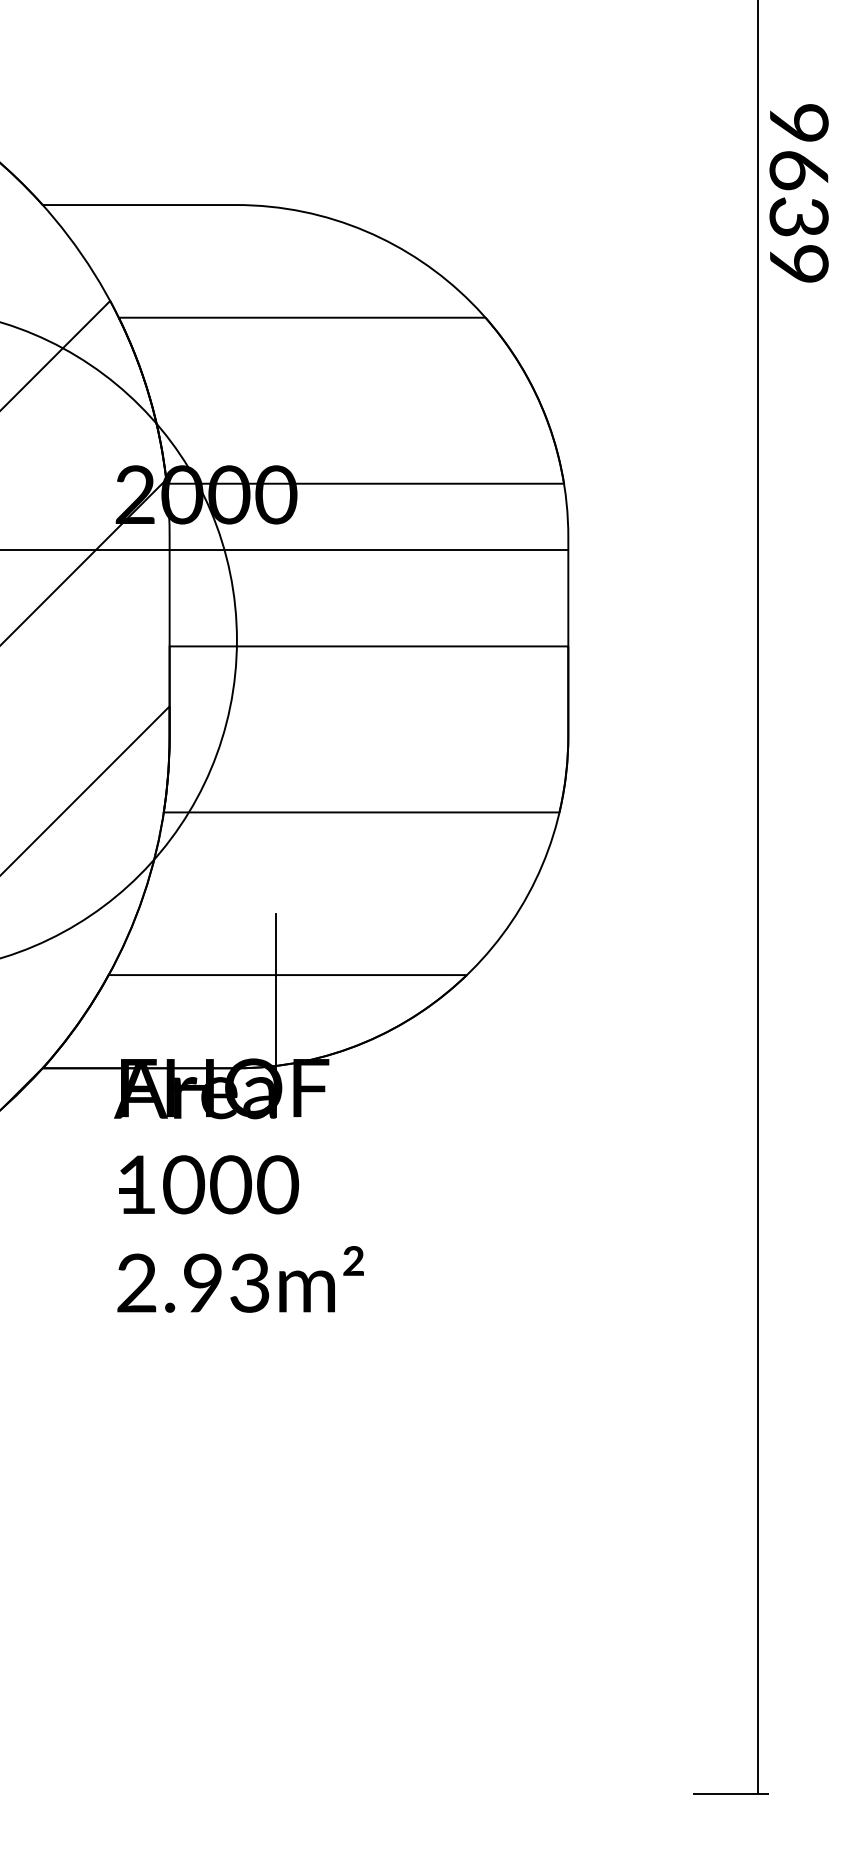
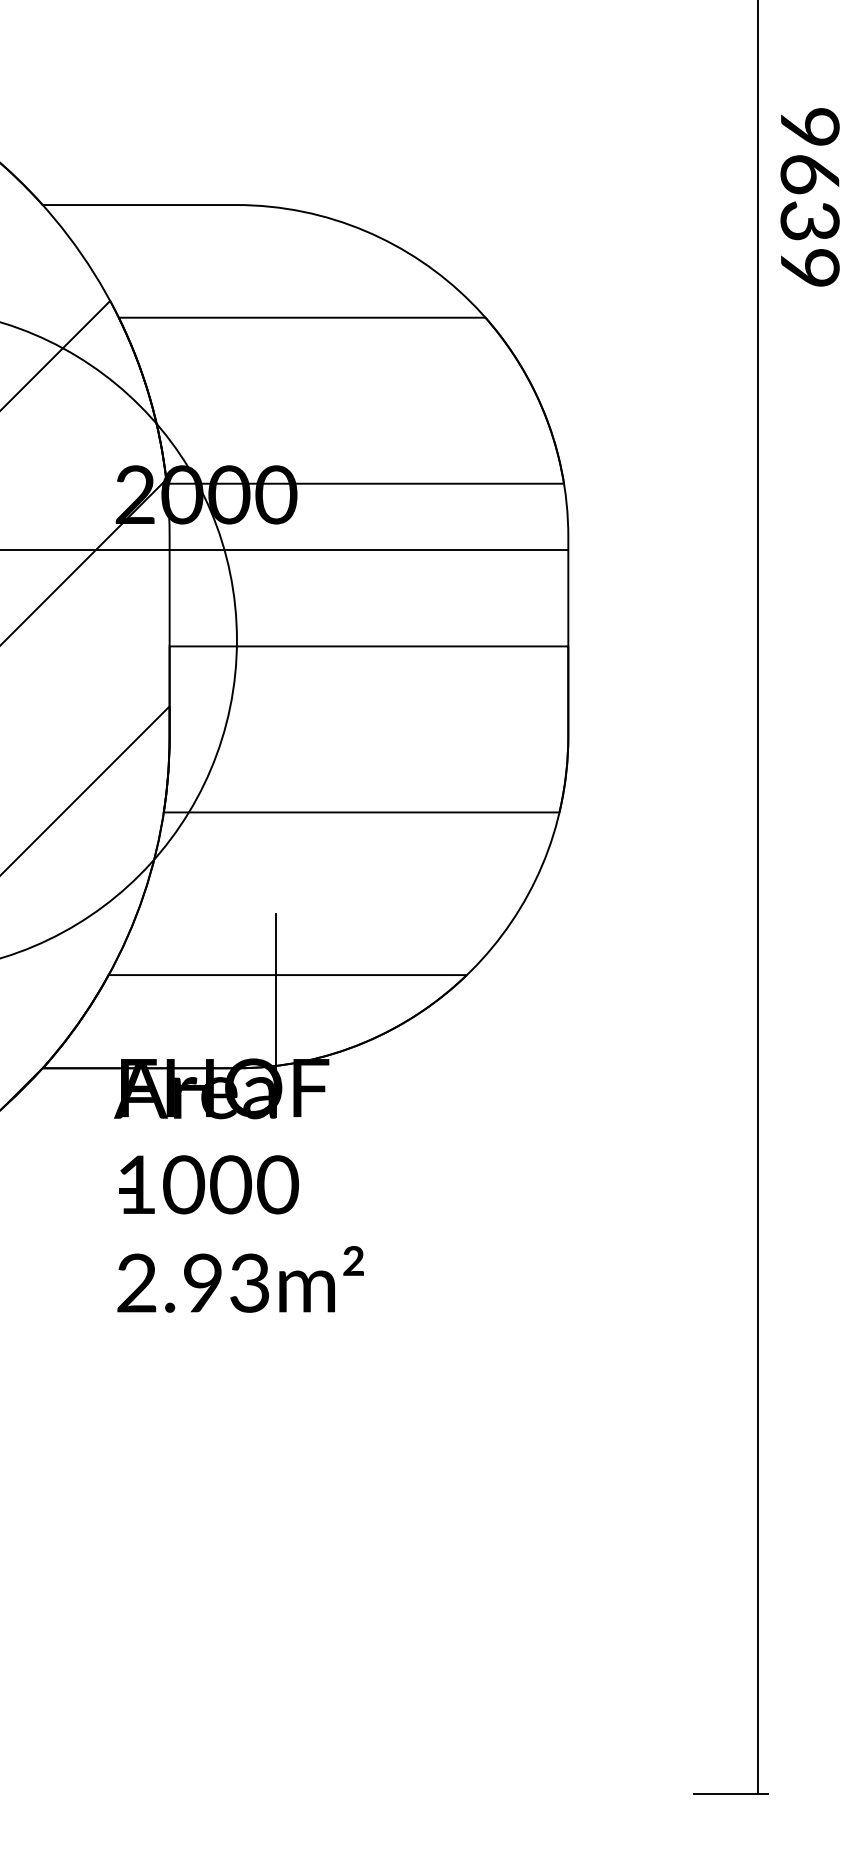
text at (798, 193) position: (798, 193) -> (809, 197)
